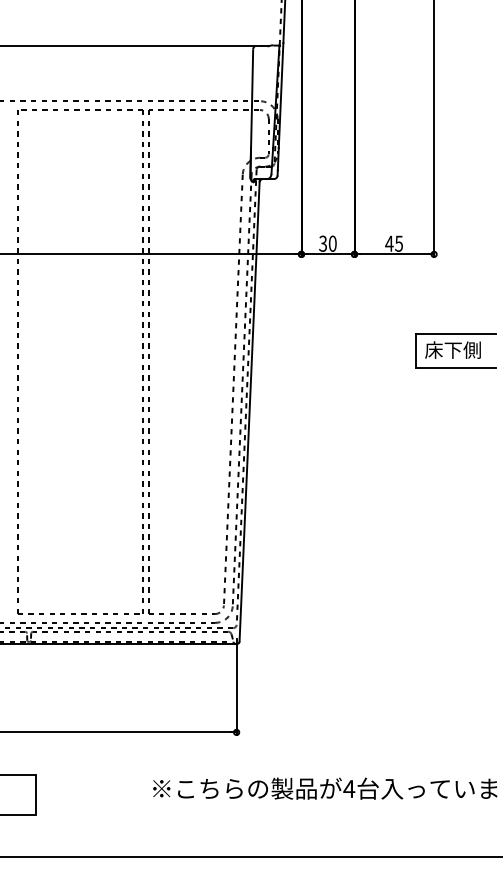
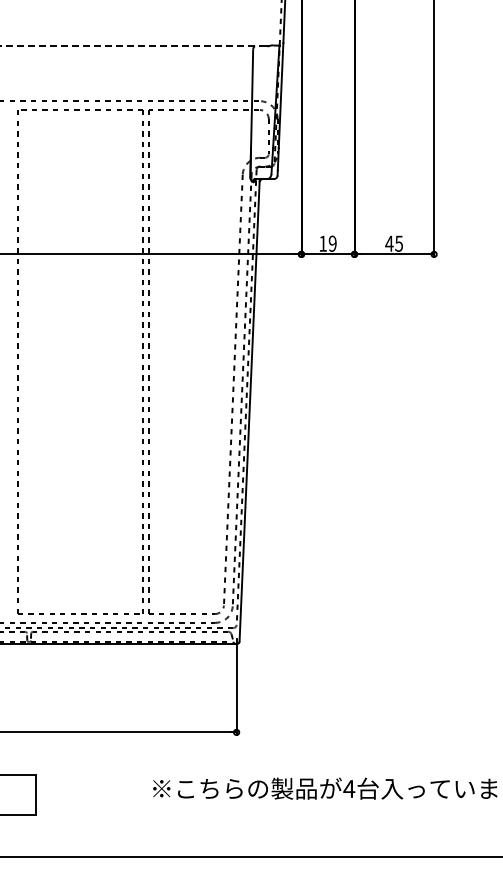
line at (131, 46): solid -> dashed
text at (327, 243): 30 -> 19
part at (455, 350): present -> none
